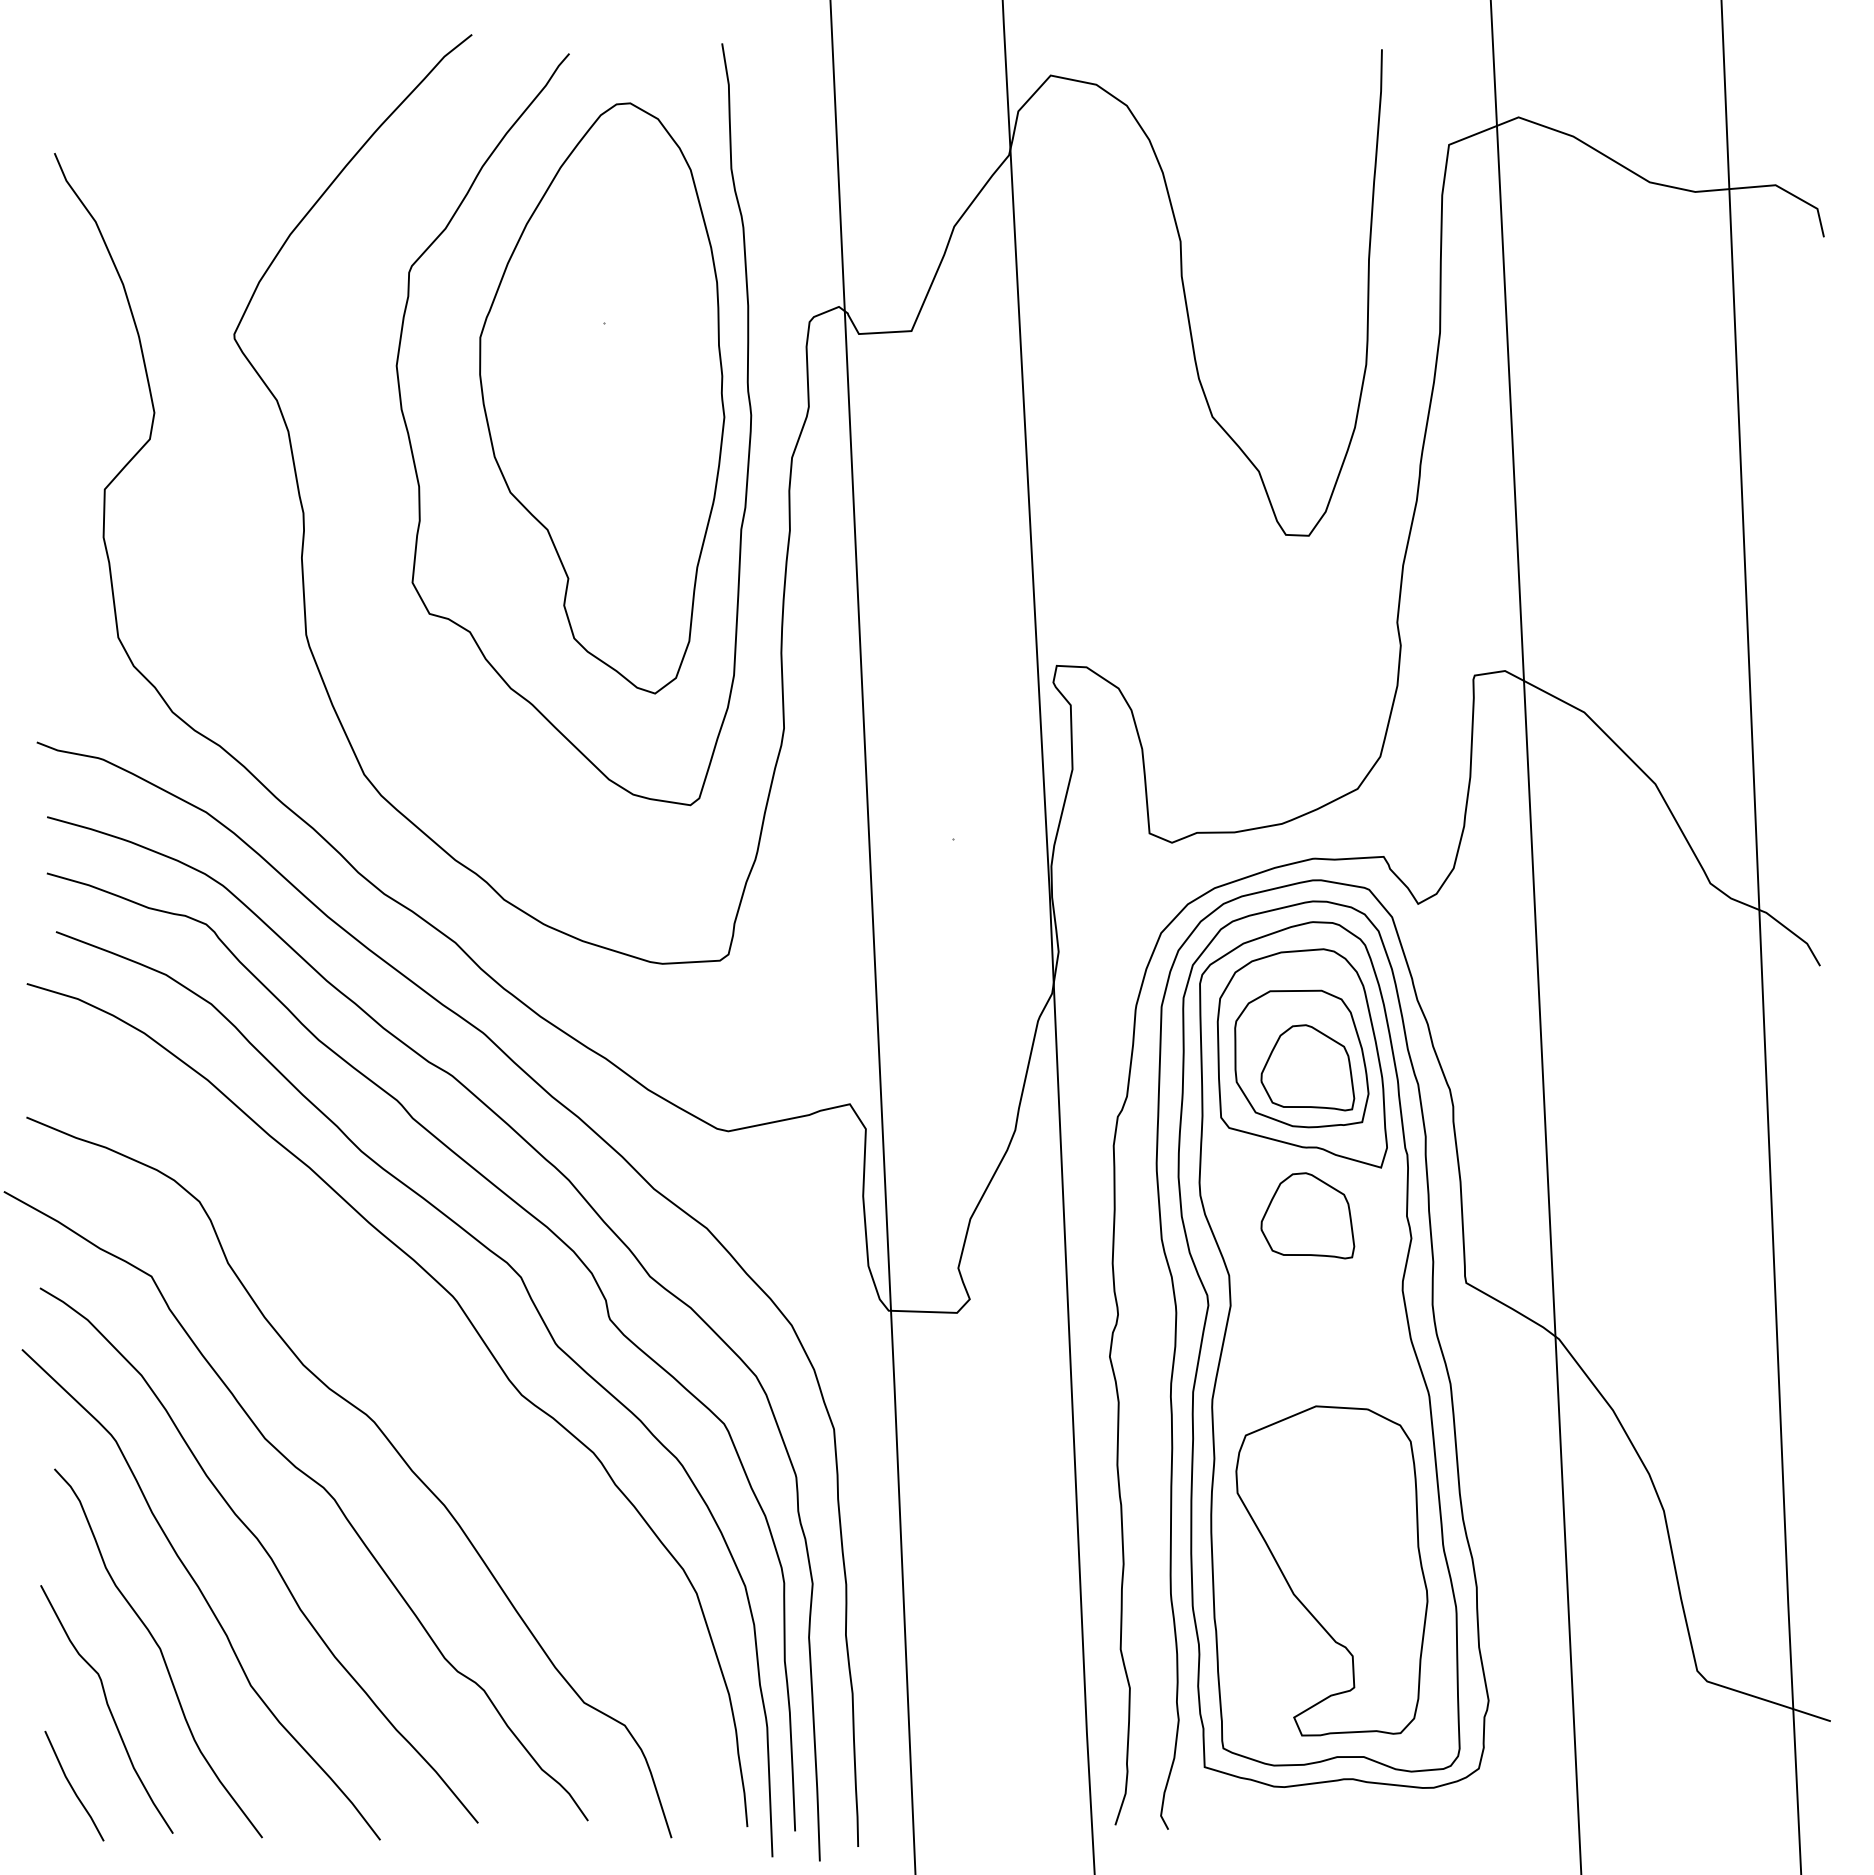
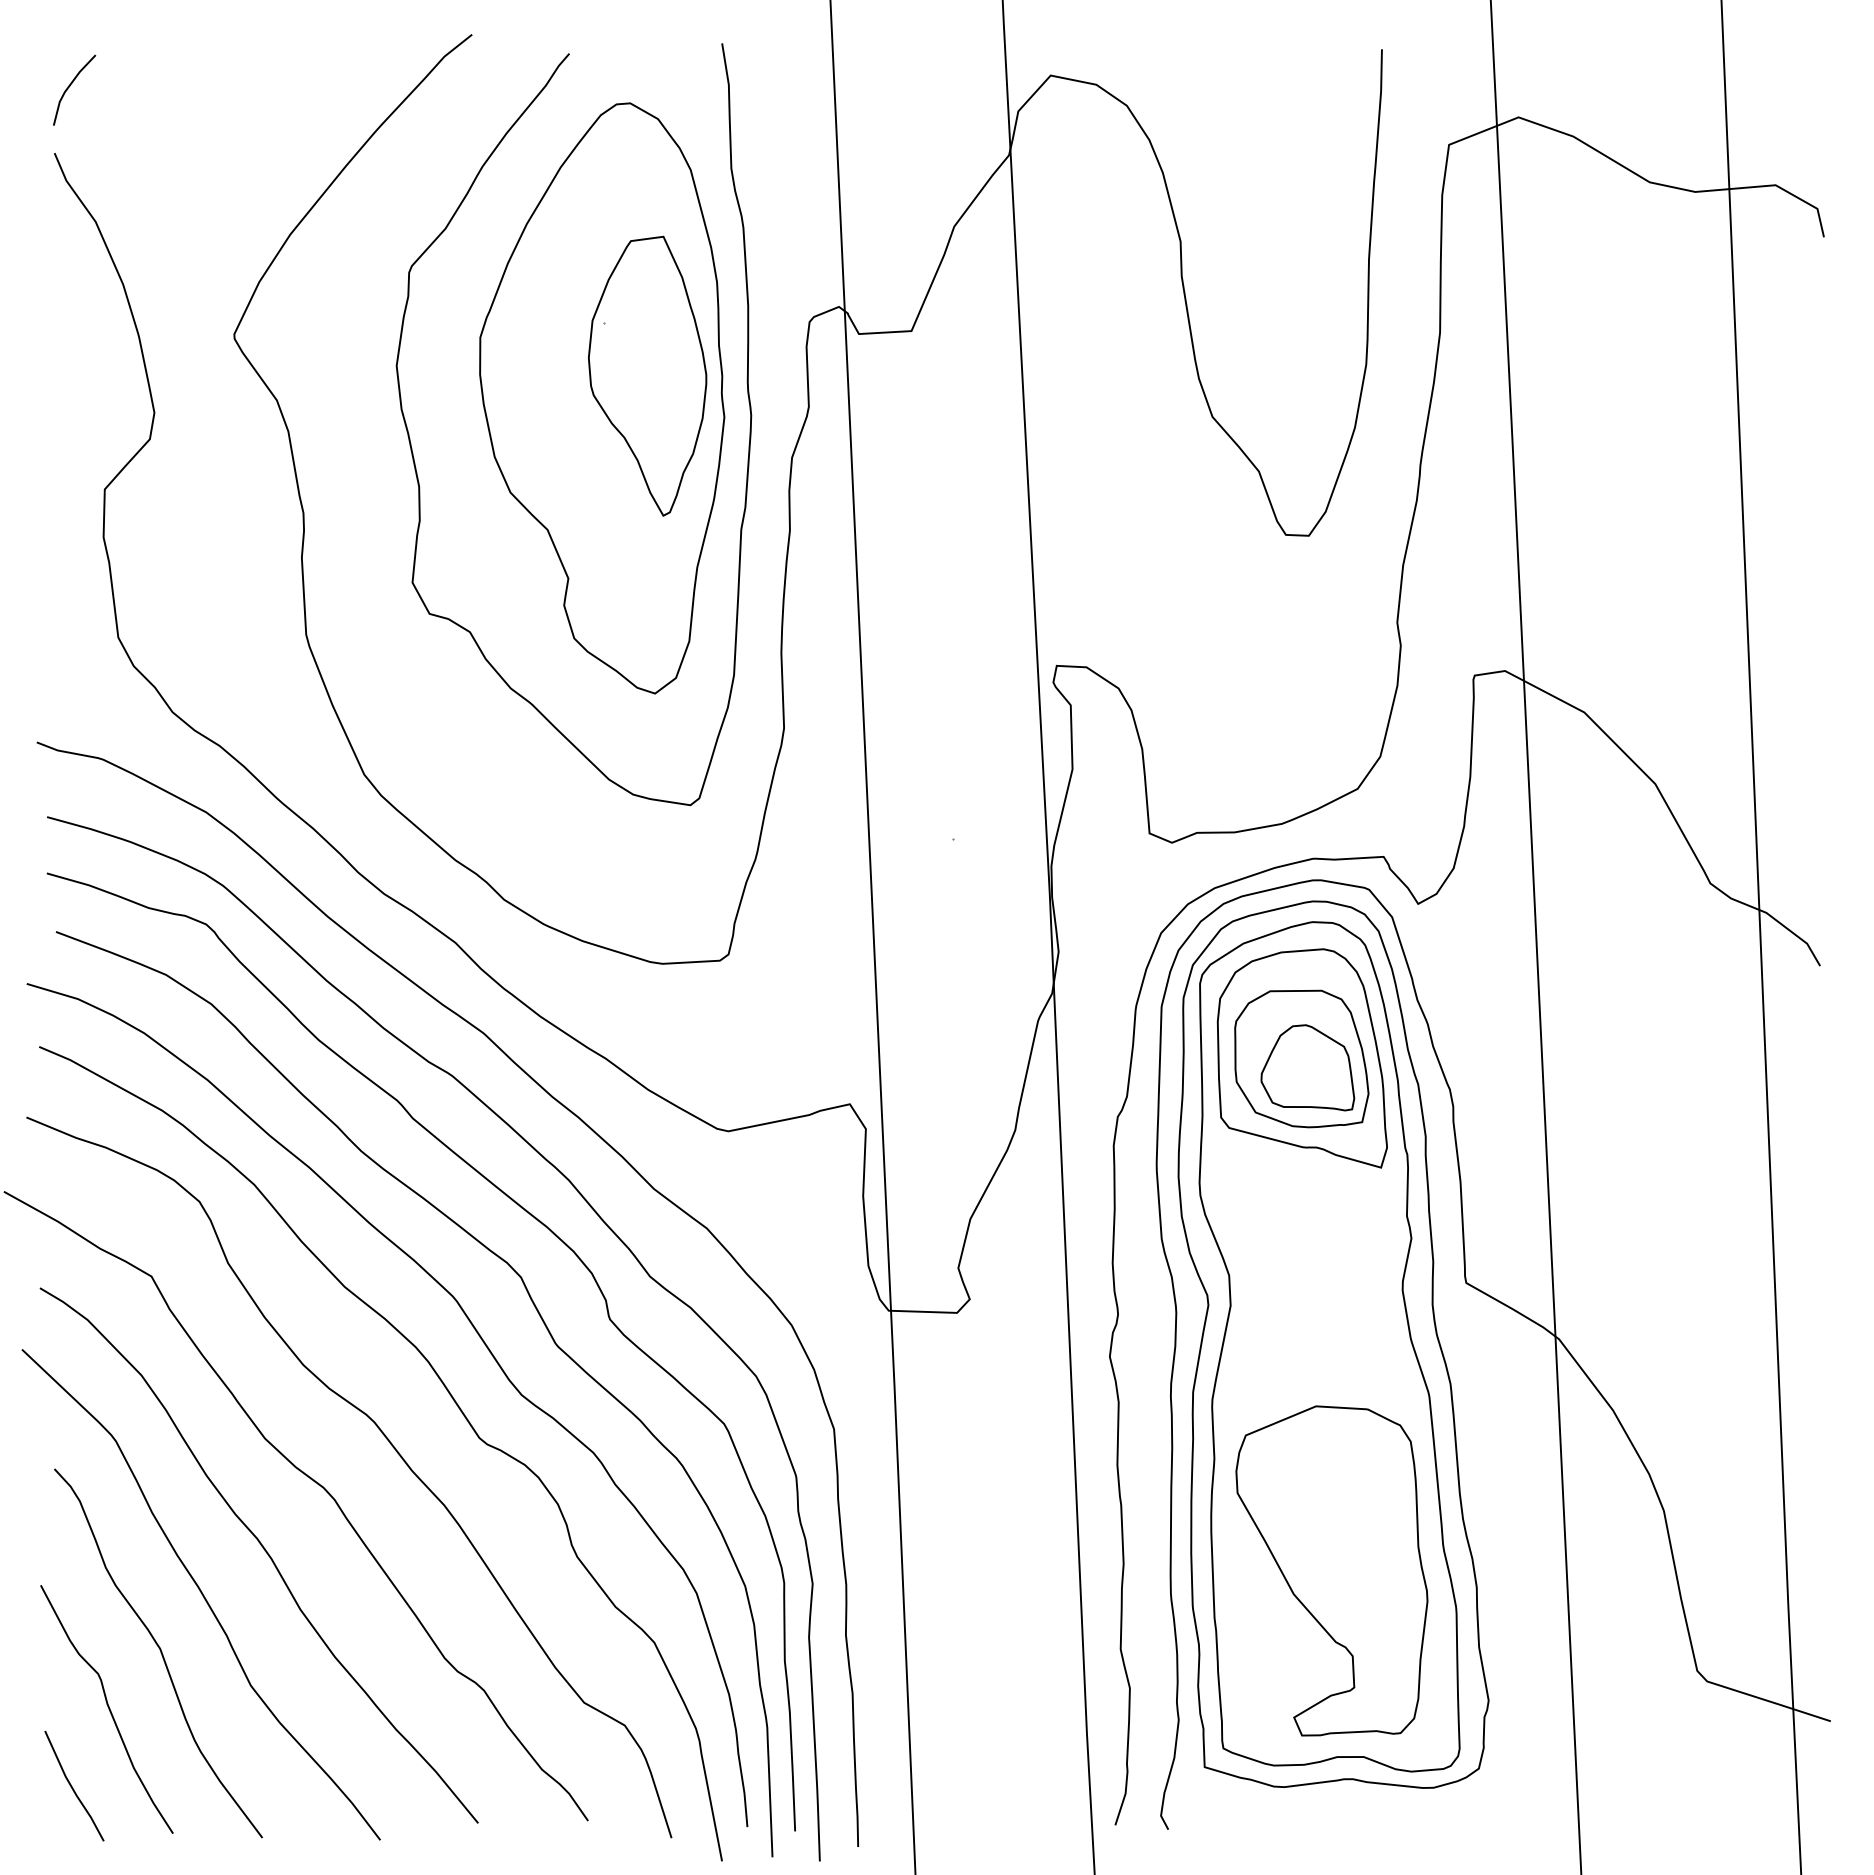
line at (70, 86): none -> present
part at (647, 375): none -> present
part at (1307, 1215): present -> none
curve at (454, 1402): none -> present
